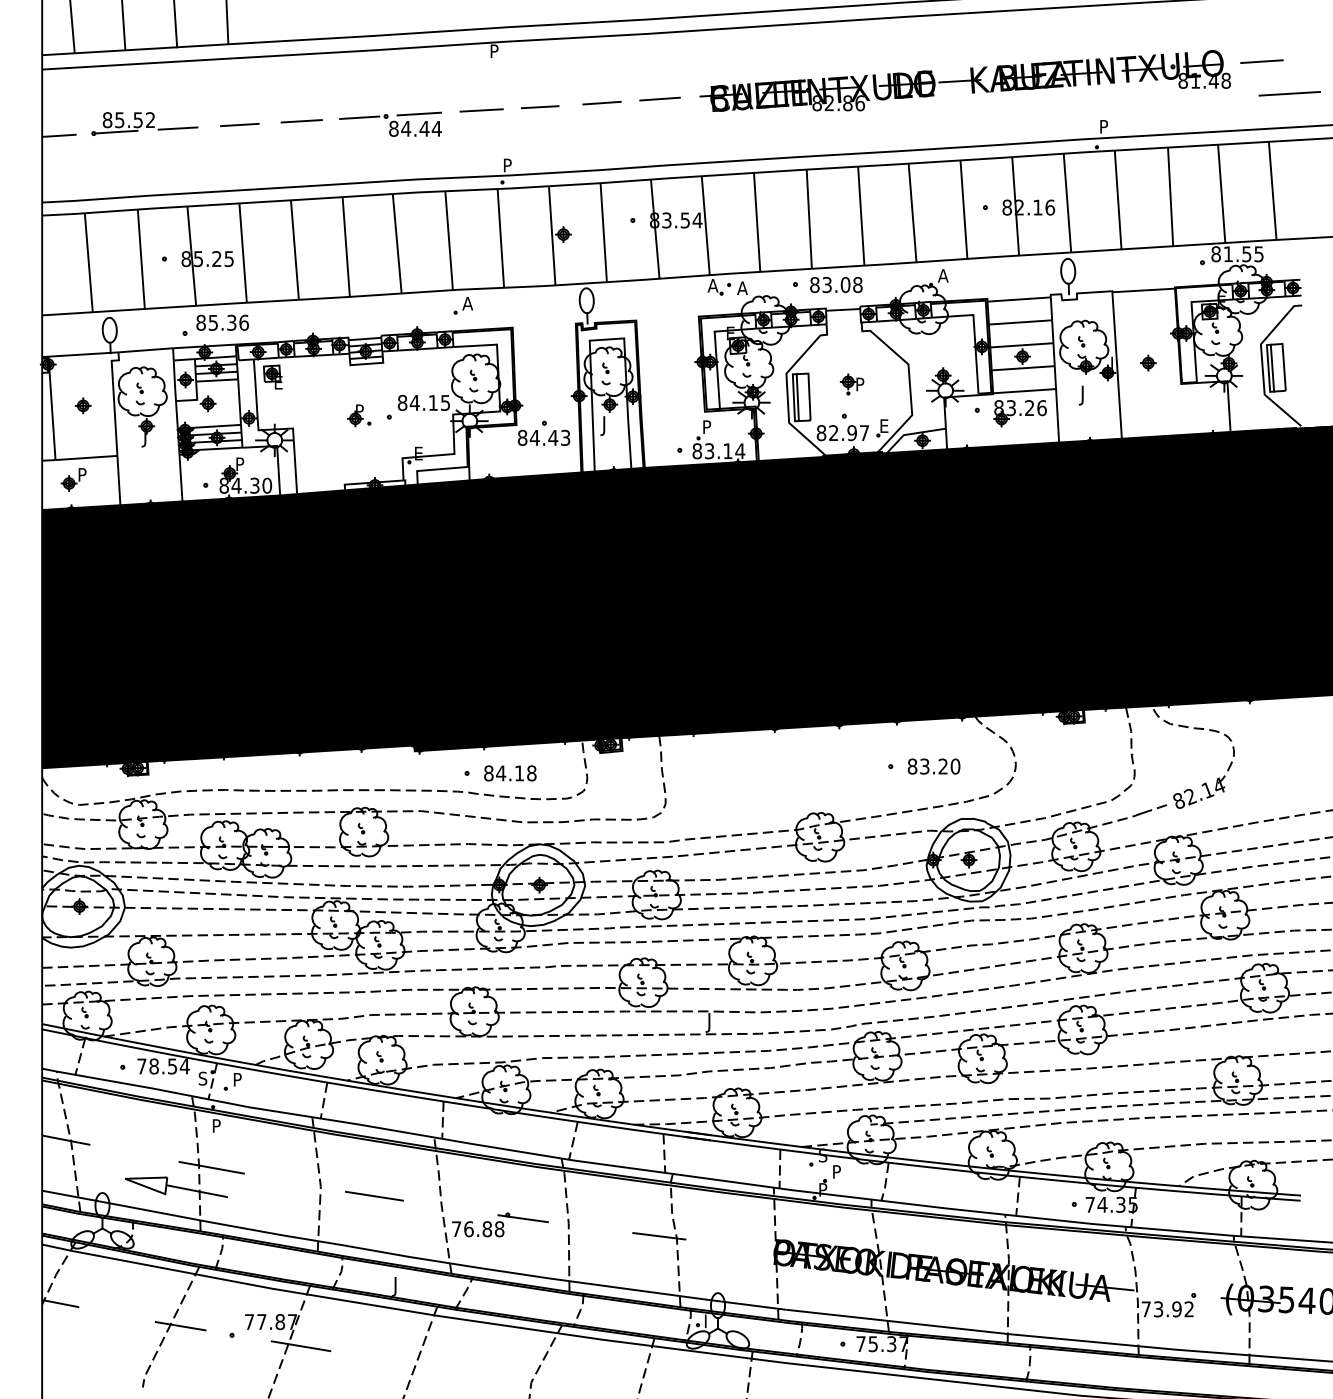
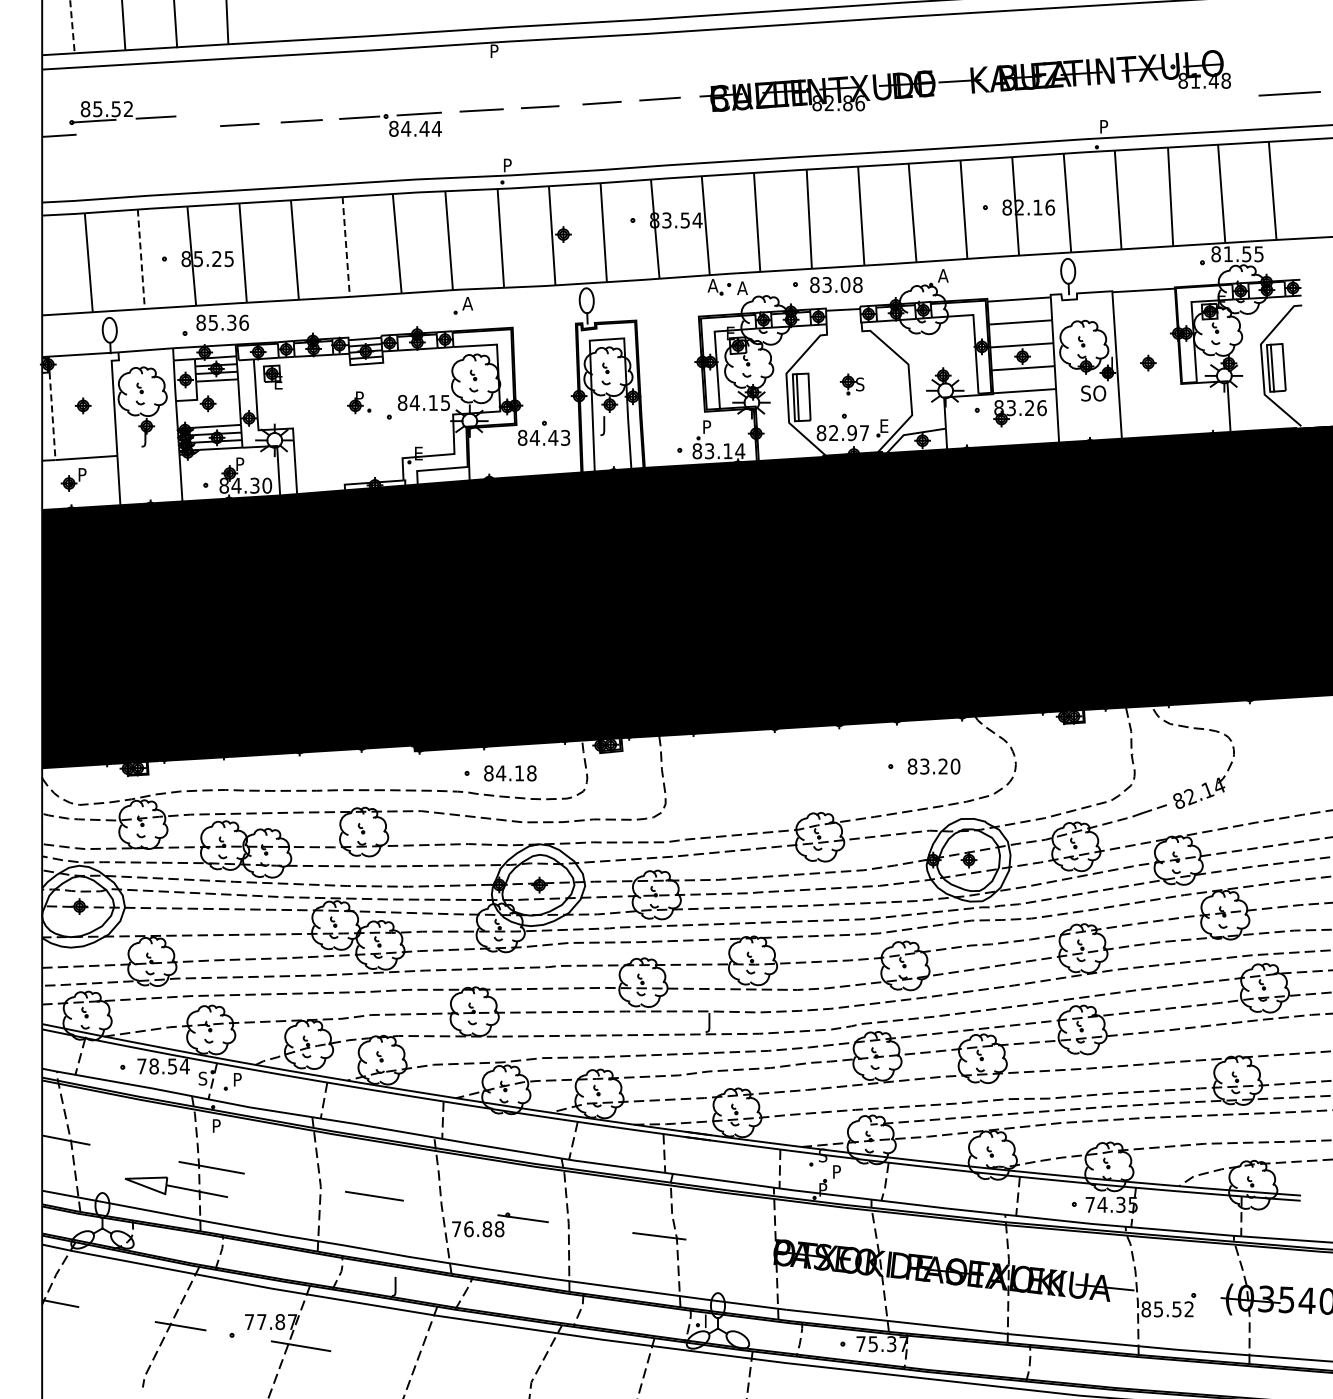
line at (72, 27): solid -> dashed
line at (1261, 61): present -> none
part at (144, 123) position: (144, 123) -> (122, 112)
line at (346, 247): solid -> dashed
line at (141, 259): solid -> dashed
text at (860, 384): P -> S
text at (1092, 395): J -> SO
part at (359, 415) position: (359, 415) -> (359, 402)
line at (52, 416): solid -> dashed
text at (1161, 1309): 73.92 -> 85.52
